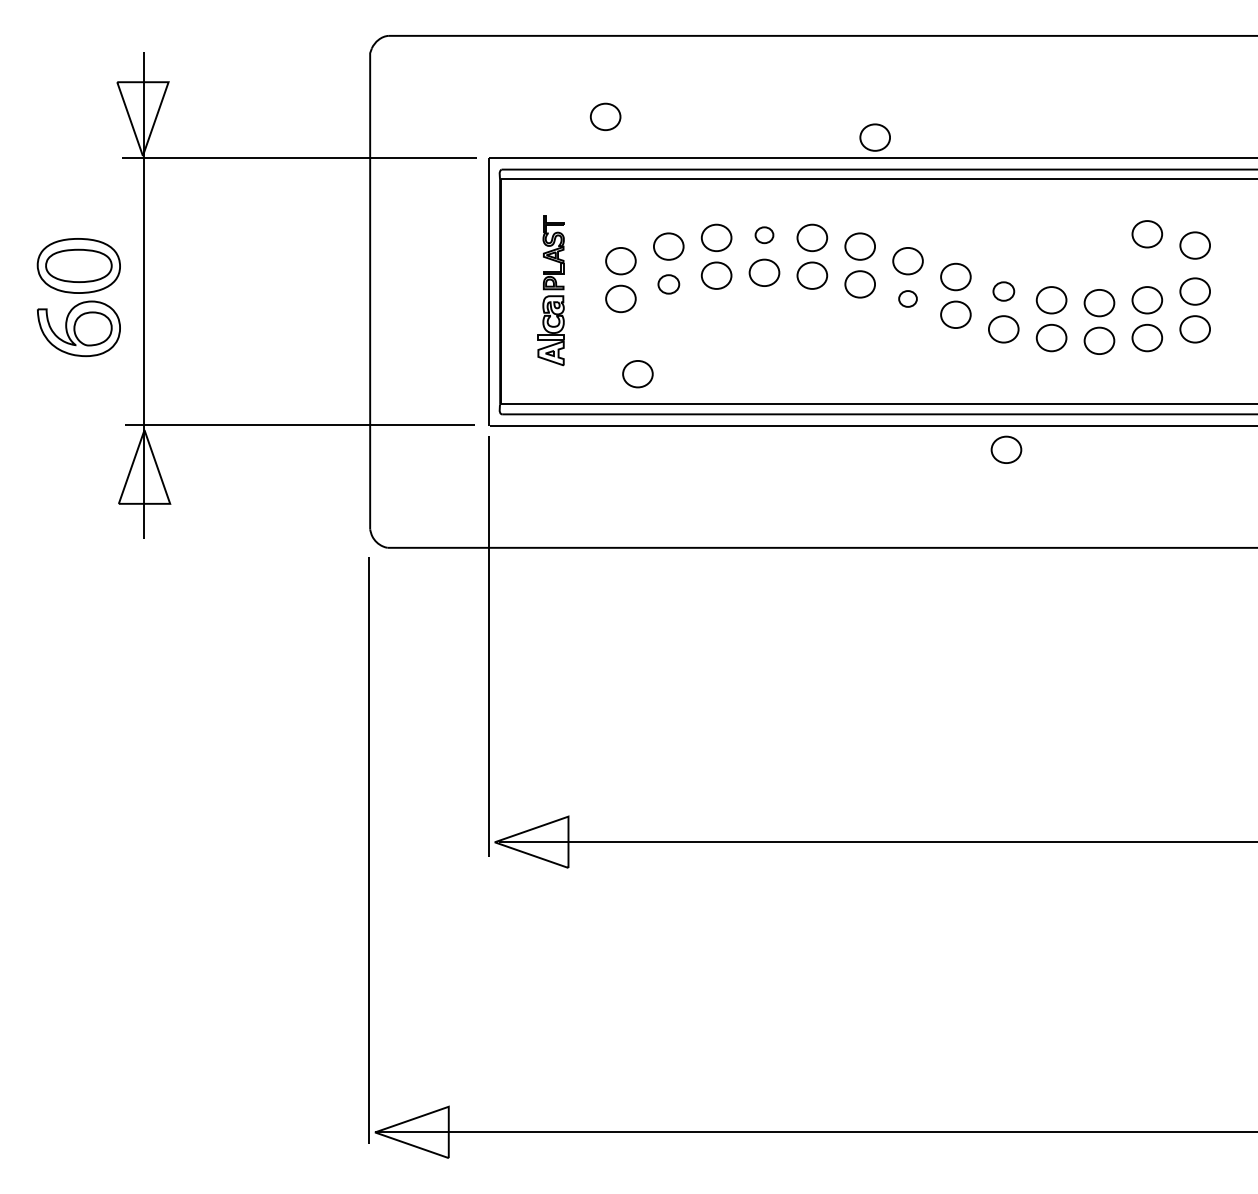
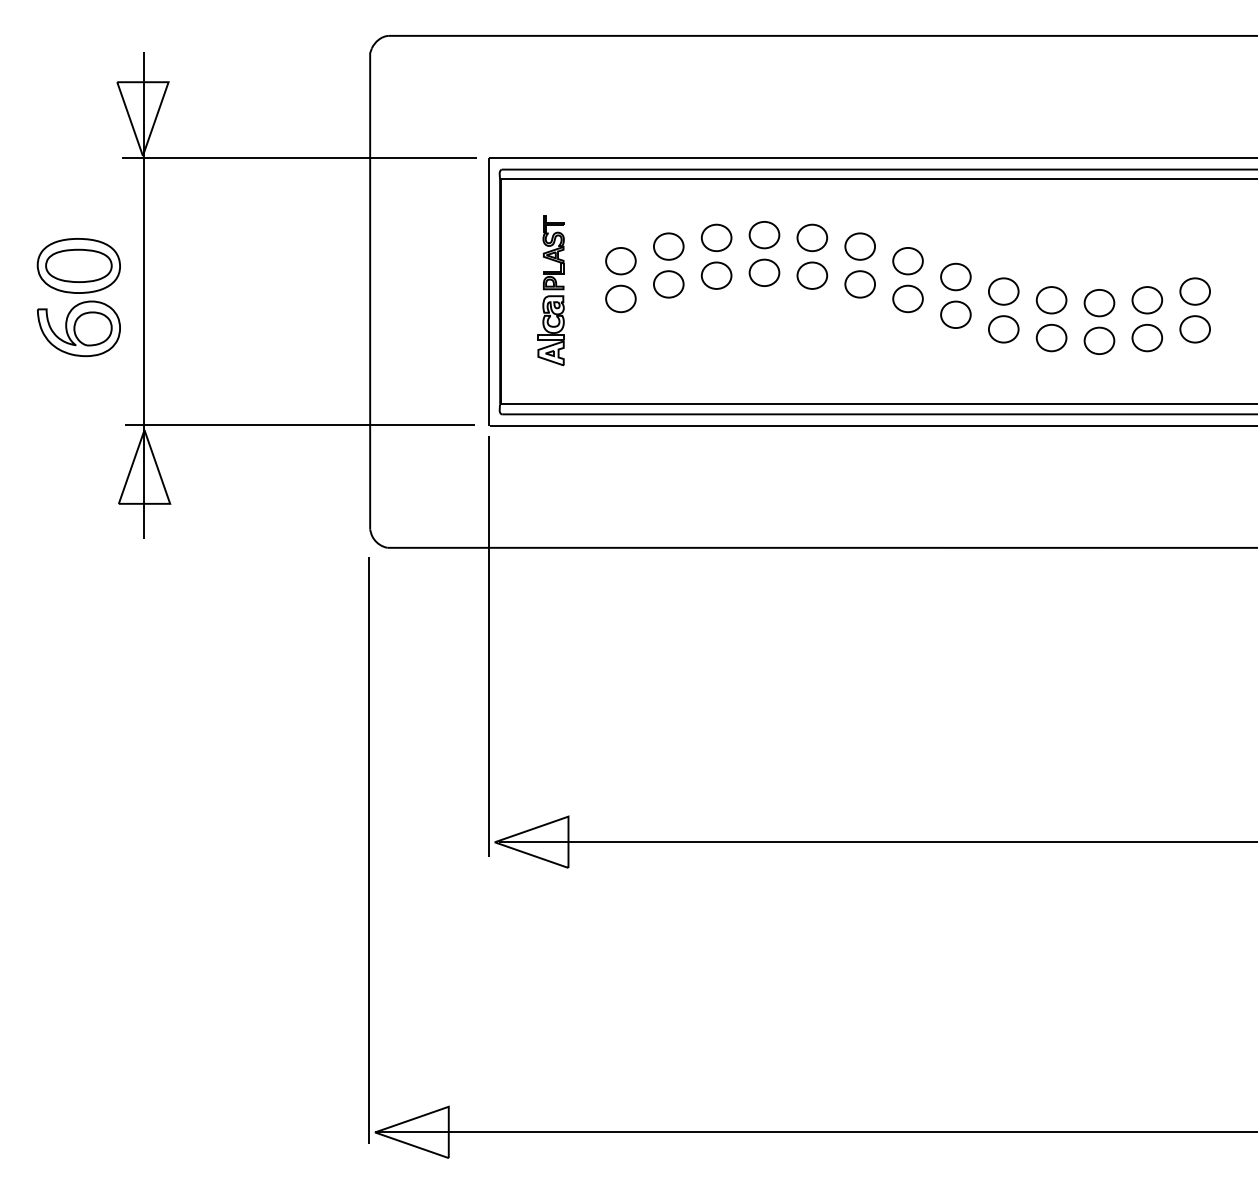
part at (605, 116): present -> none
part at (874, 137): present -> none
part at (1147, 234): present -> none
part at (764, 235) size: 21x19 px -> 33x29 px
part at (1194, 245): present -> none
part at (668, 284) size: 24x21 px -> 32x29 px
part at (1003, 291) size: 24x21 px -> 32x29 px
part at (907, 298) size: 20x18 px -> 32x30 px
part at (637, 374): present -> none
part at (1006, 449): present -> none
